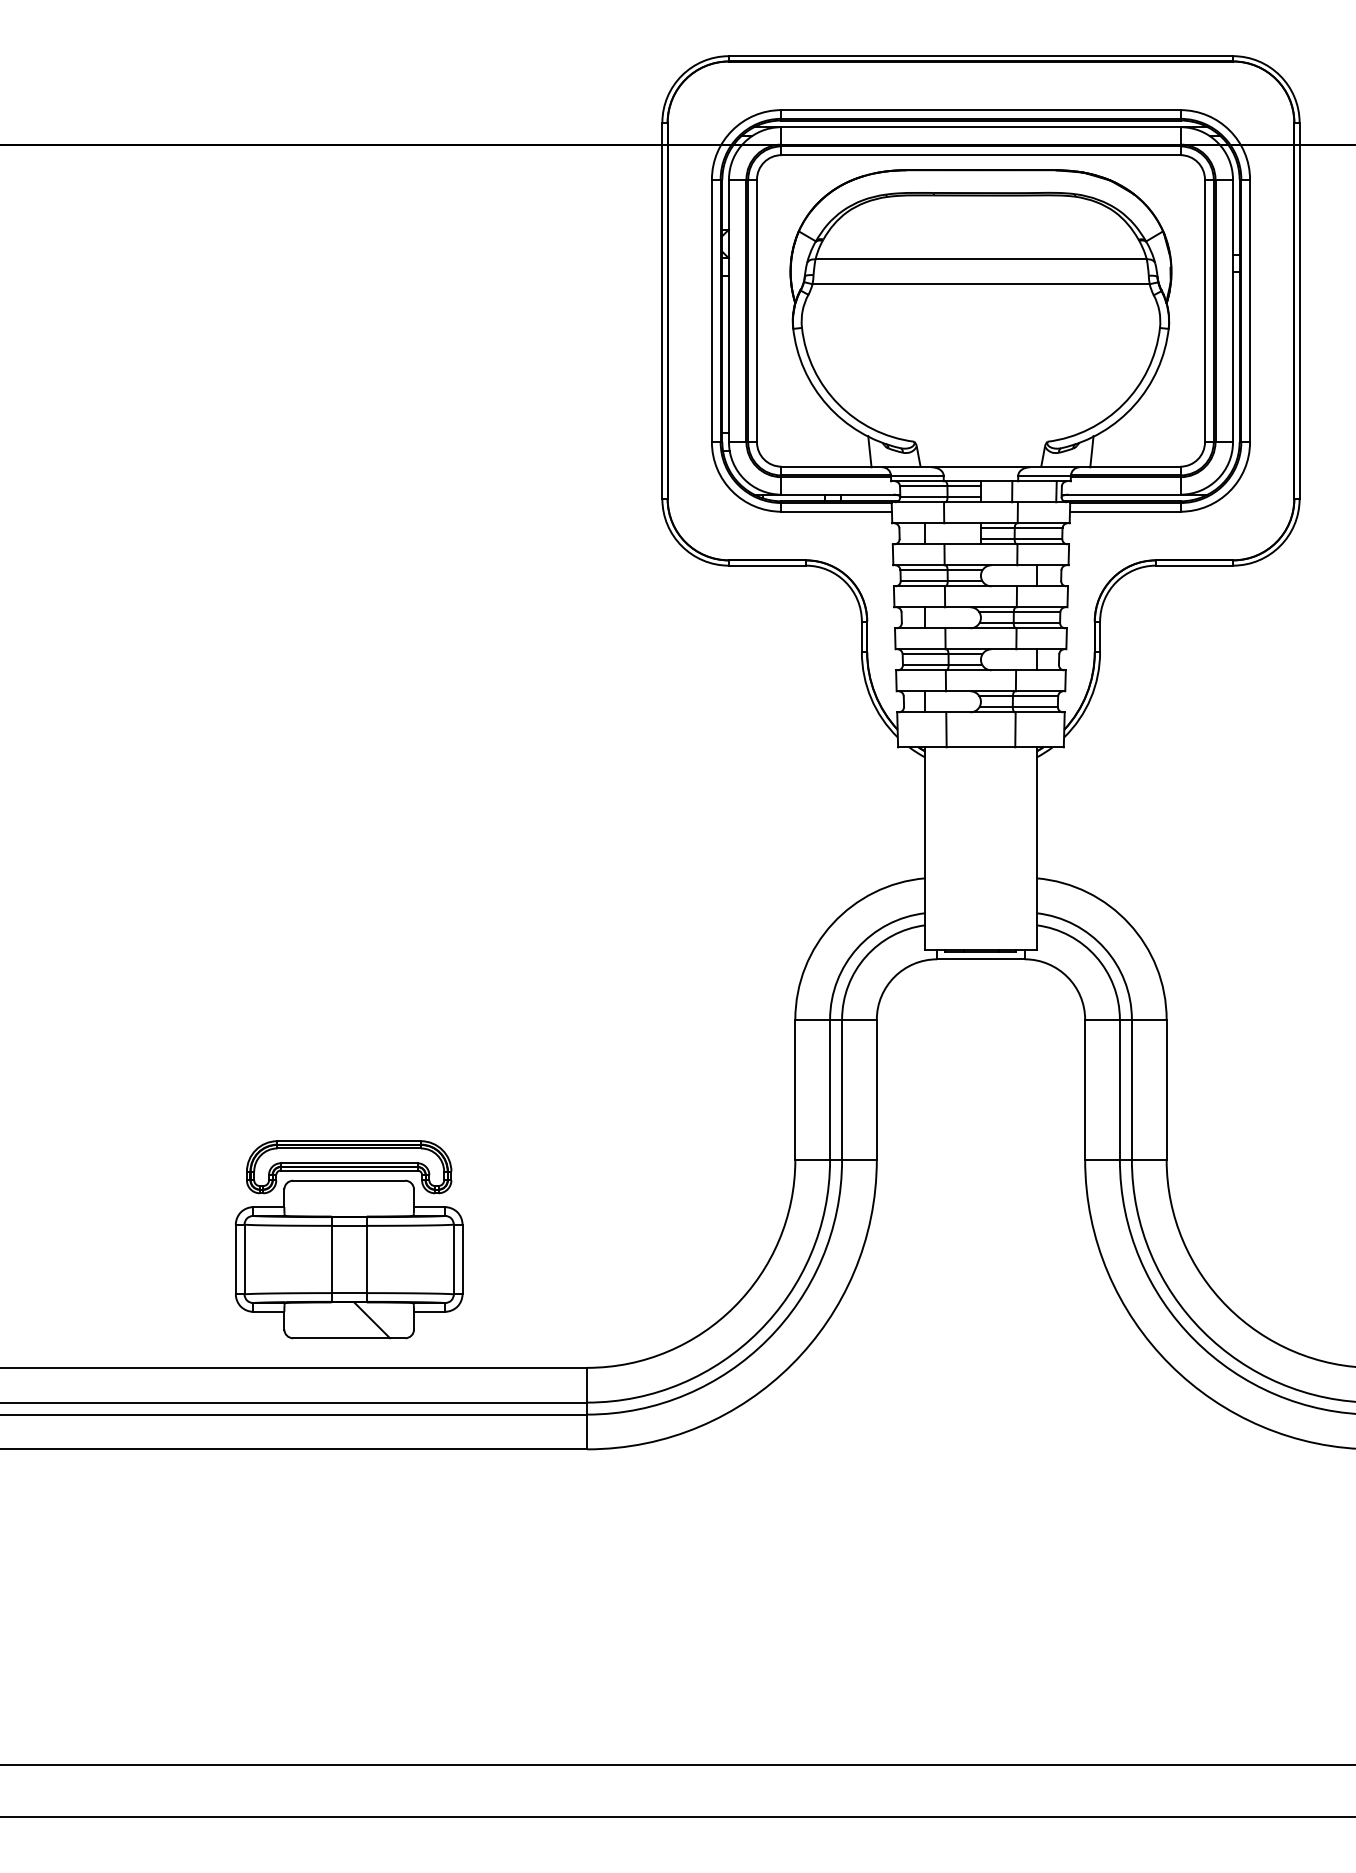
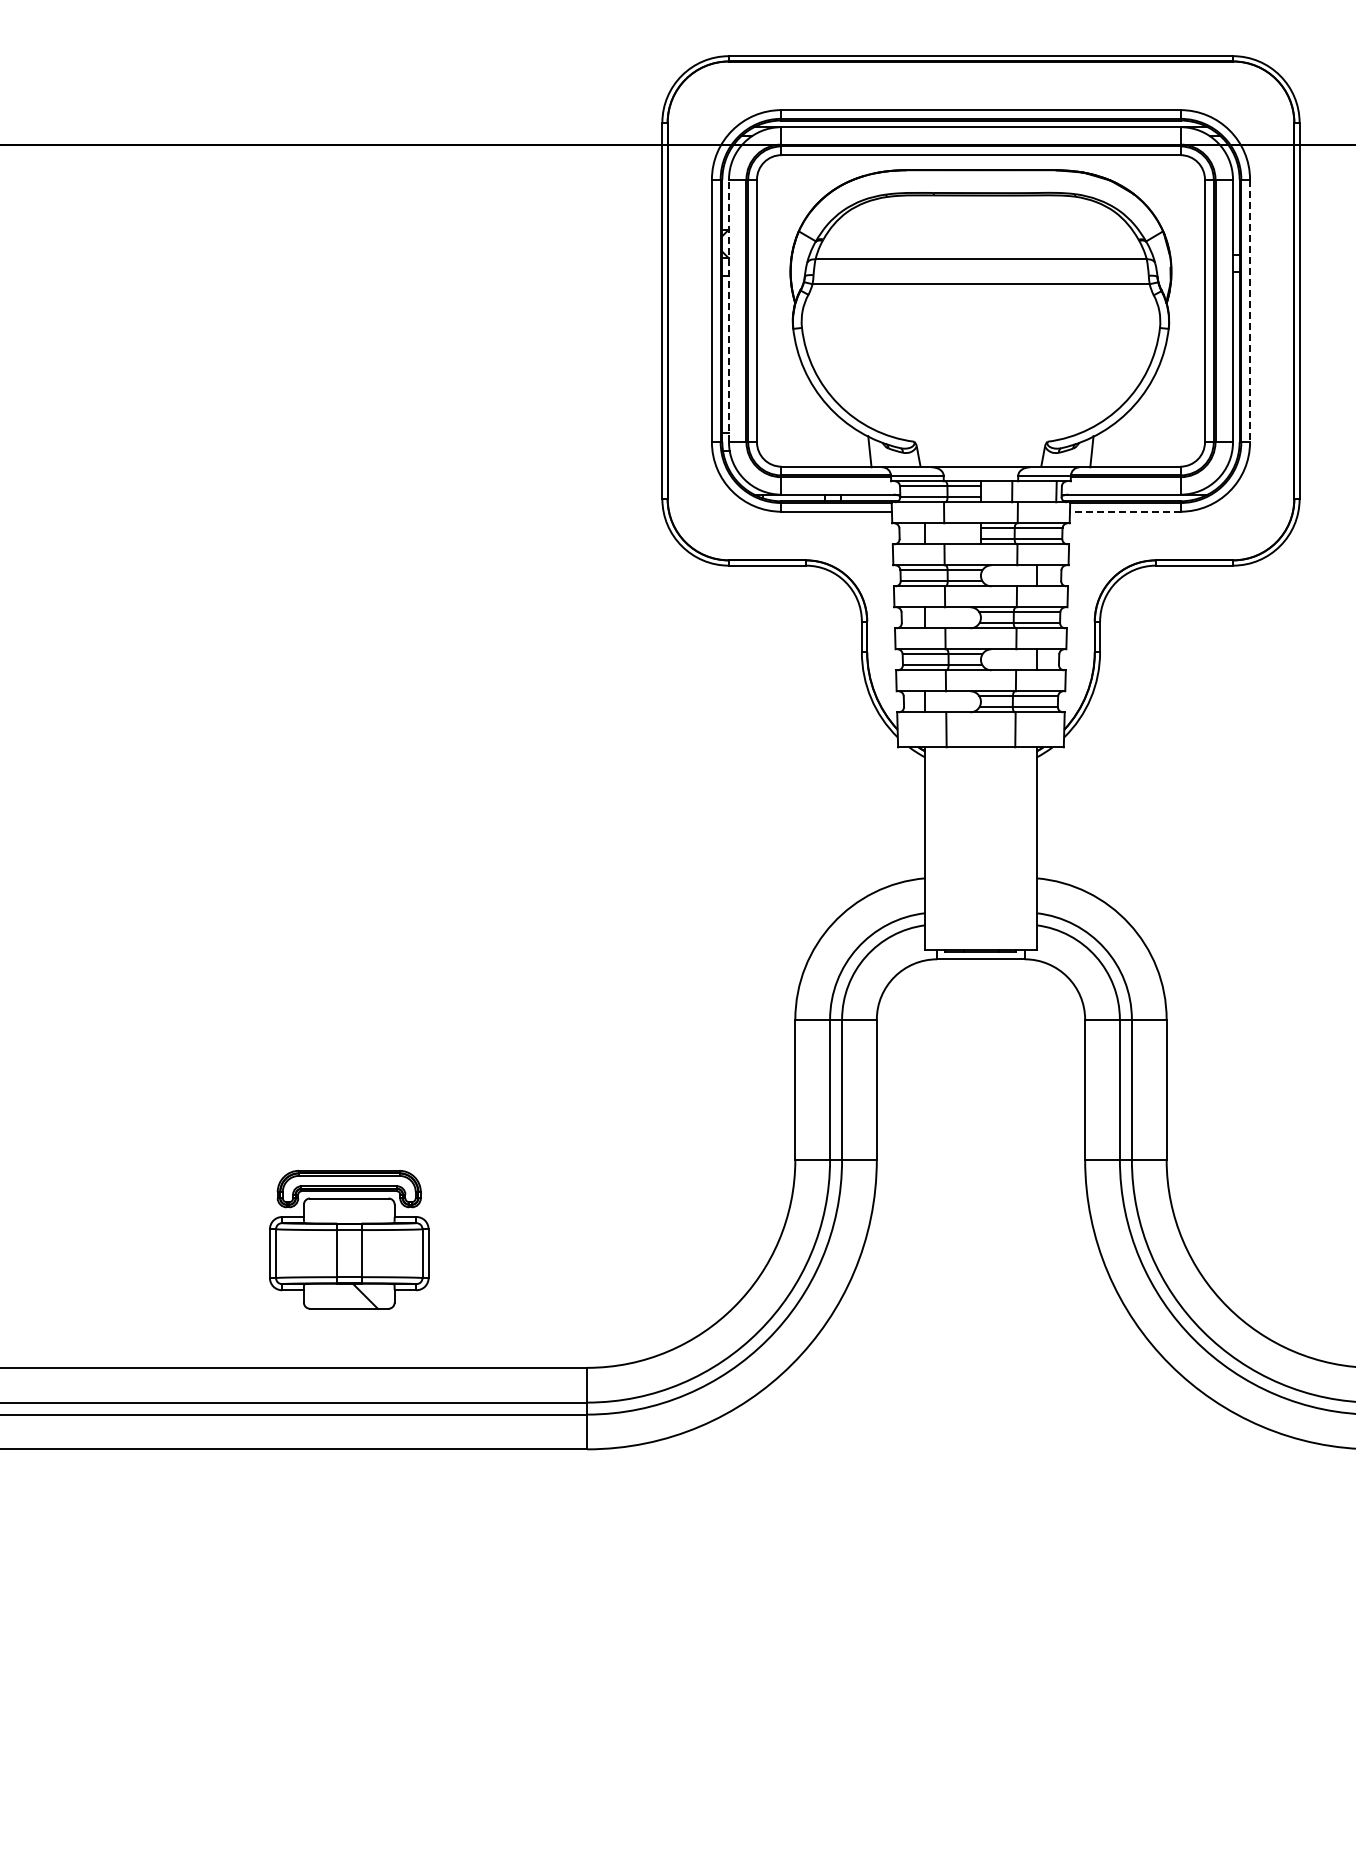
line at (728, 310): solid -> dashed
line at (1250, 311): solid -> dashed
line at (1124, 511): solid -> dashed
part at (349, 1239) size: 229x200 px -> 161x140 px
line at (677, 1764): present -> none
line at (677, 1816): present -> none
